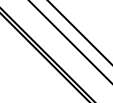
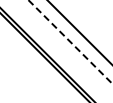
line at (70, 41): solid -> dashed
